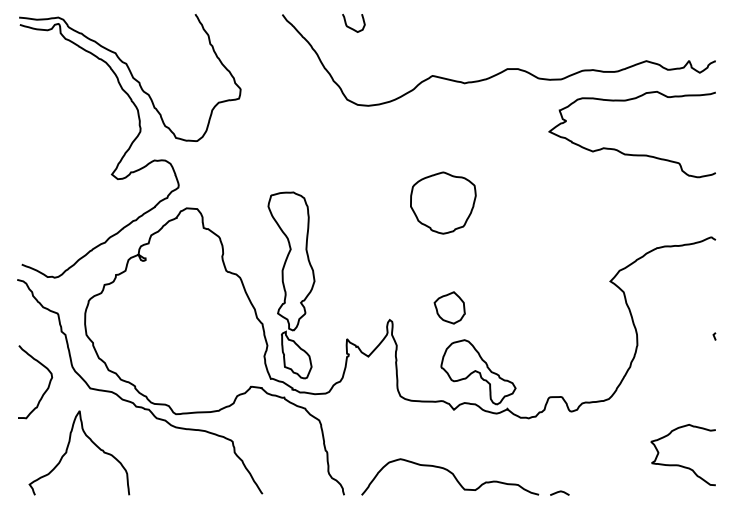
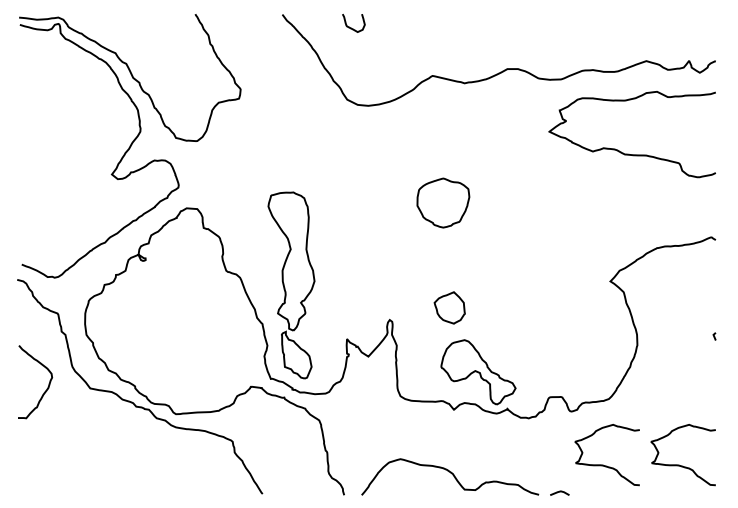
part at (443, 202) size: 67x64 px -> 55x52 px
curve at (68, 448): present -> none
curve at (603, 464): none -> present
